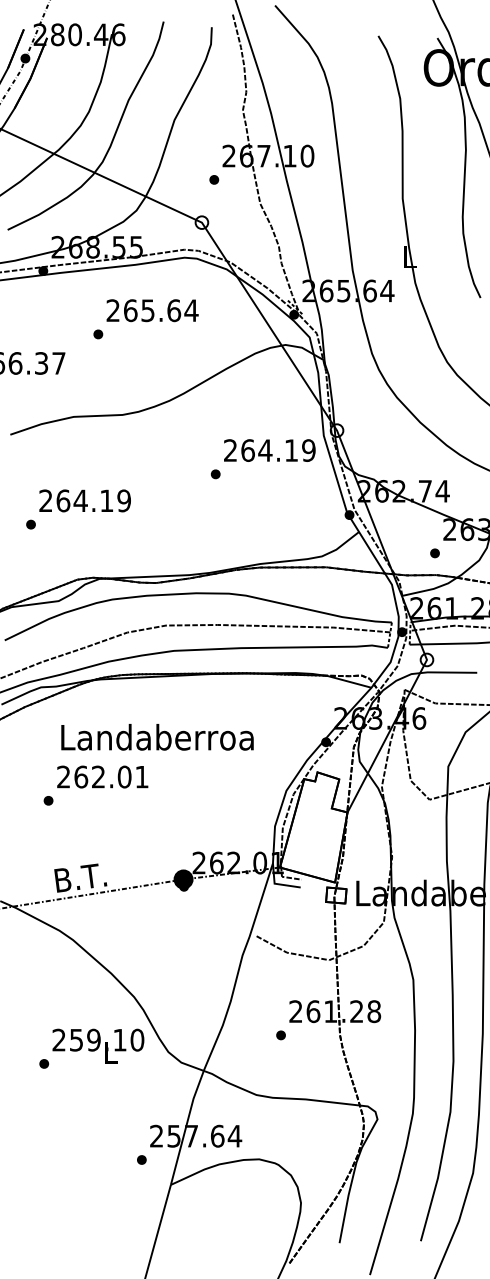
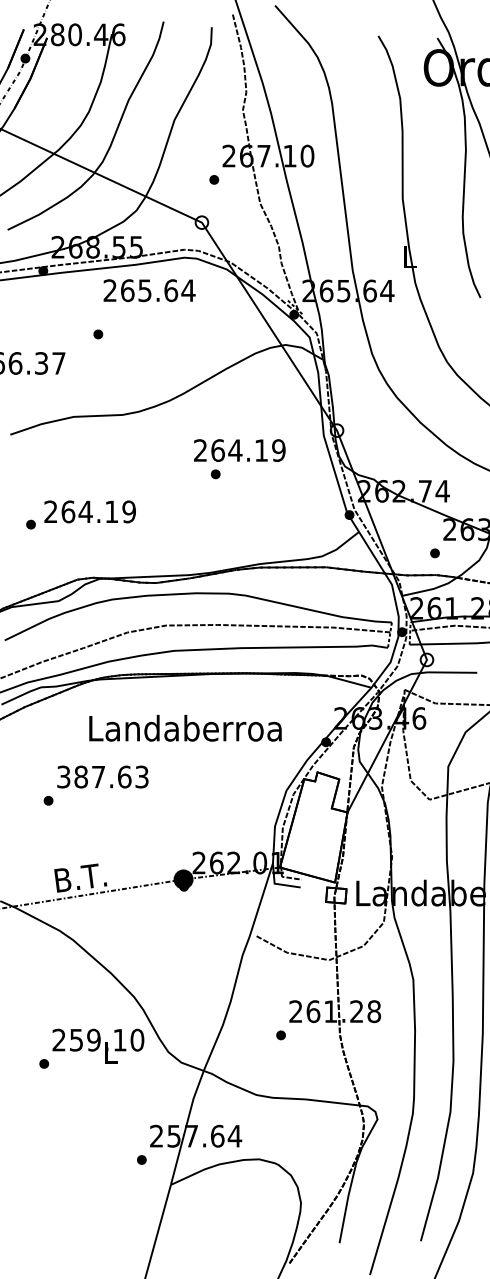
text at (152, 310) position: (152, 310) -> (149, 290)
text at (269, 450) position: (269, 450) -> (239, 450)
text at (84, 500) position: (84, 500) -> (89, 511)
text at (157, 737) position: (157, 737) -> (185, 728)
text at (102, 776): 262.01 -> 387.63
